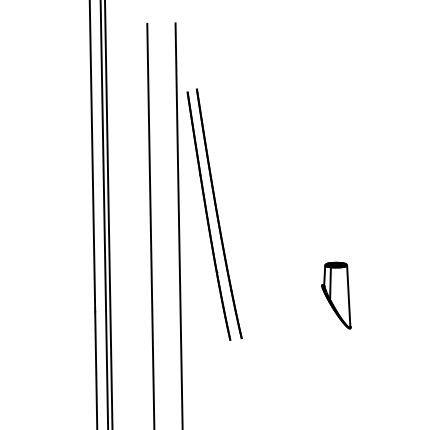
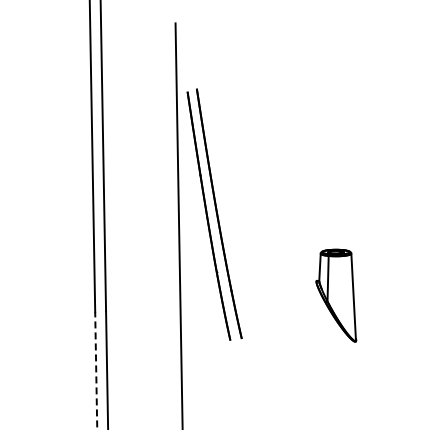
line at (108, 214): present -> none
line at (150, 224): present -> none
part at (336, 295) size: 31x69 px -> 43x95 px
line at (96, 370): solid -> dashed
